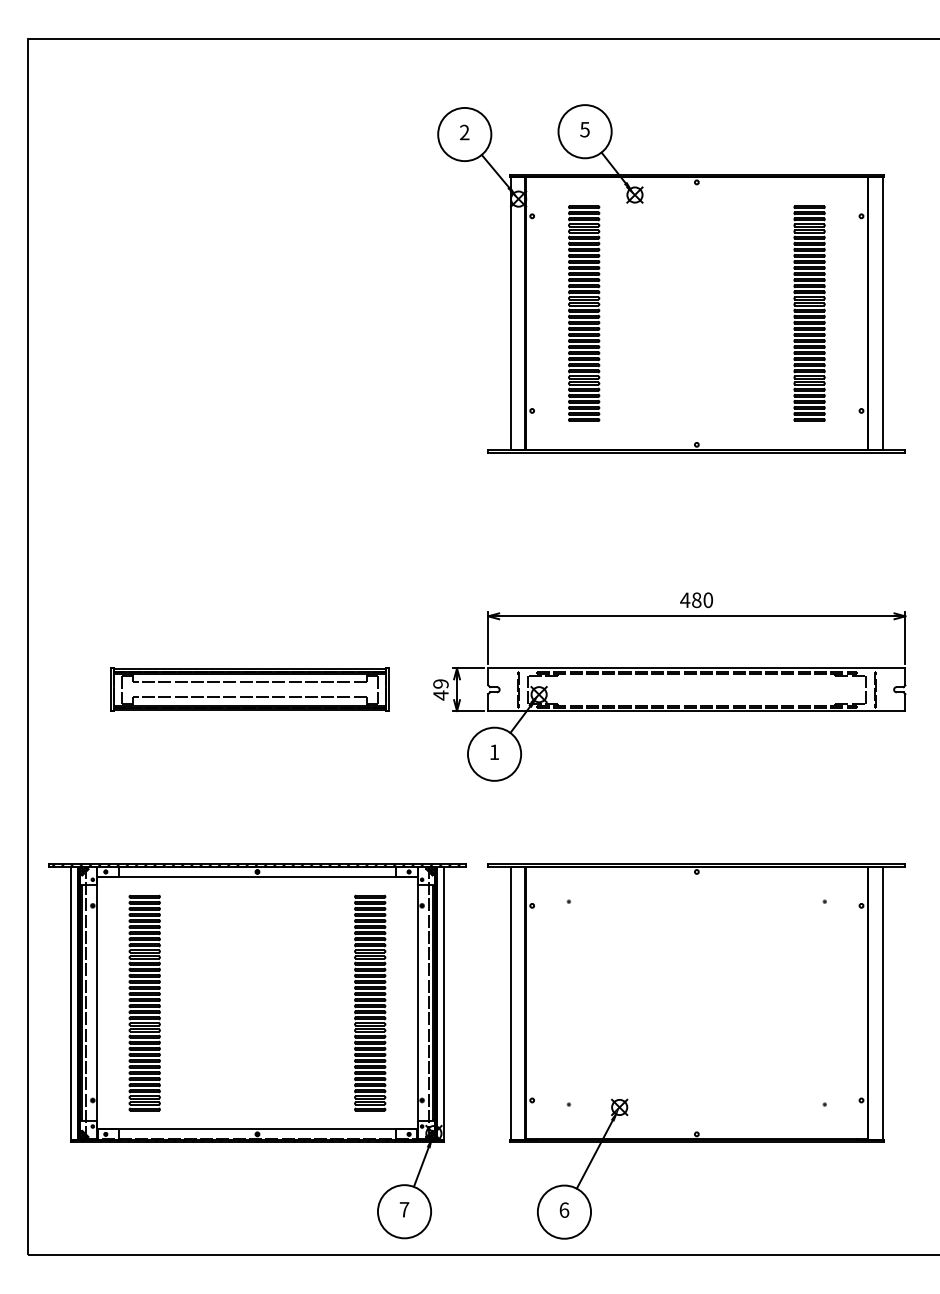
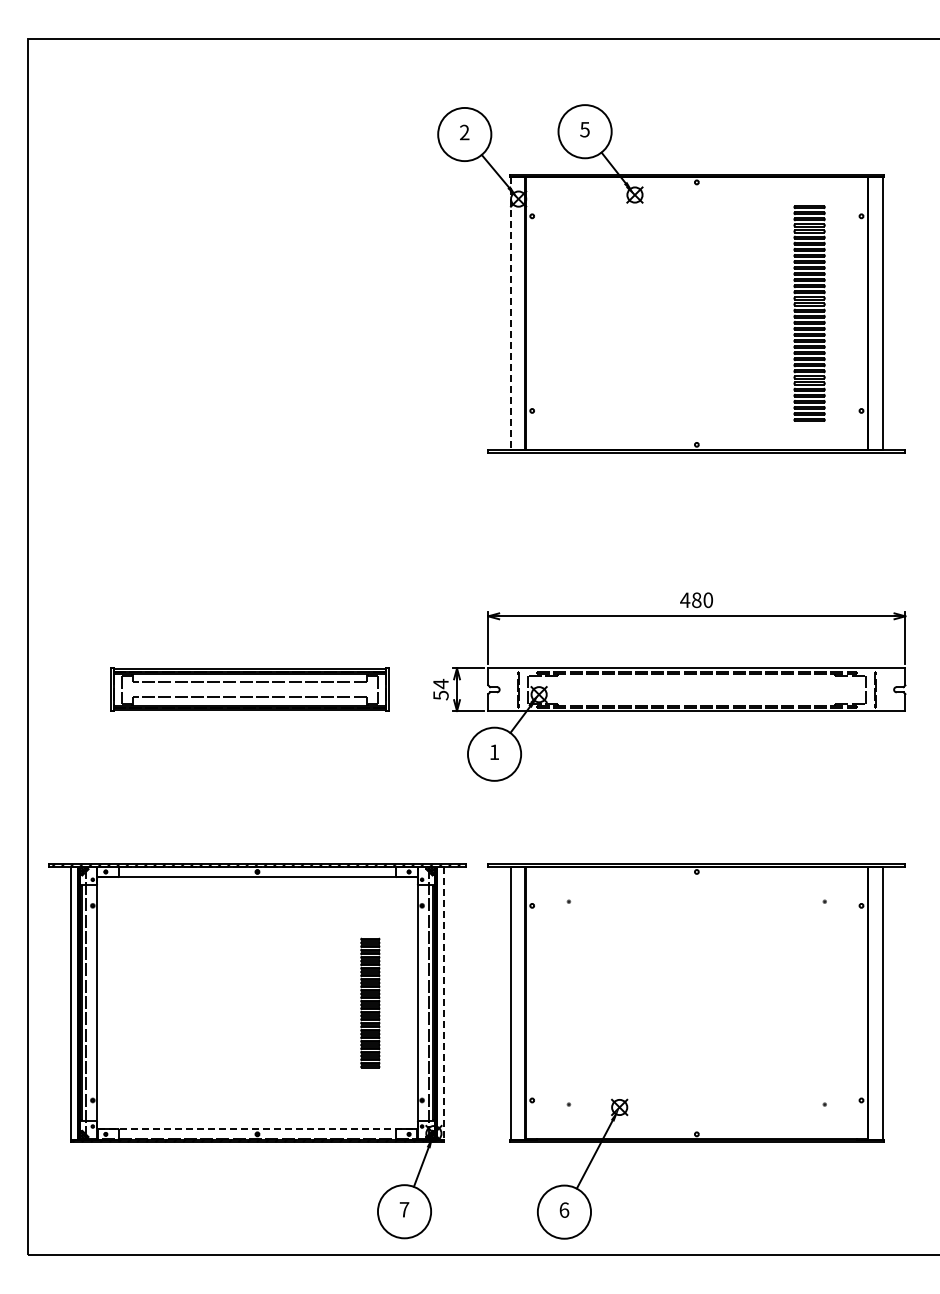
part at (584, 313): present -> none
line at (510, 314): solid -> dashed
text at (440, 689): 49 -> 54
part at (144, 1002): present -> none
part at (370, 1002) size: 33x218 px -> 21x132 px
line at (443, 1003): solid -> dashed
line at (257, 1129): solid -> dashed
